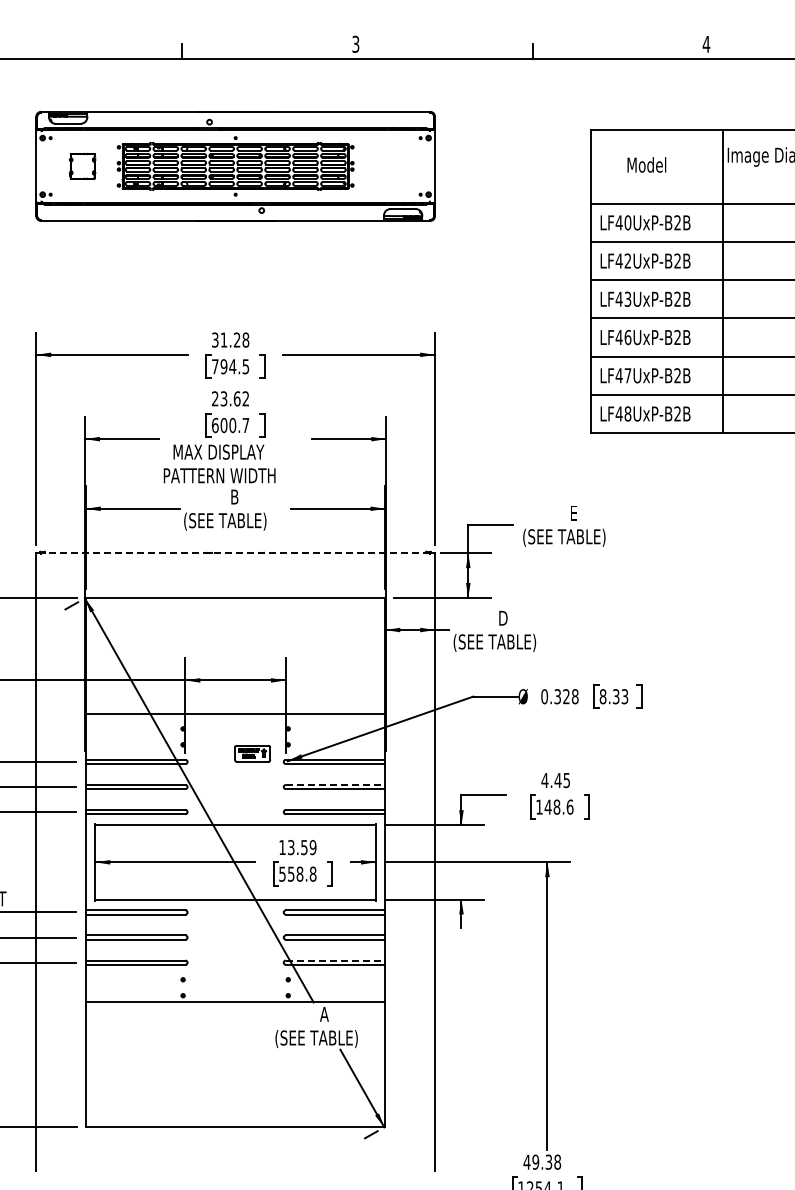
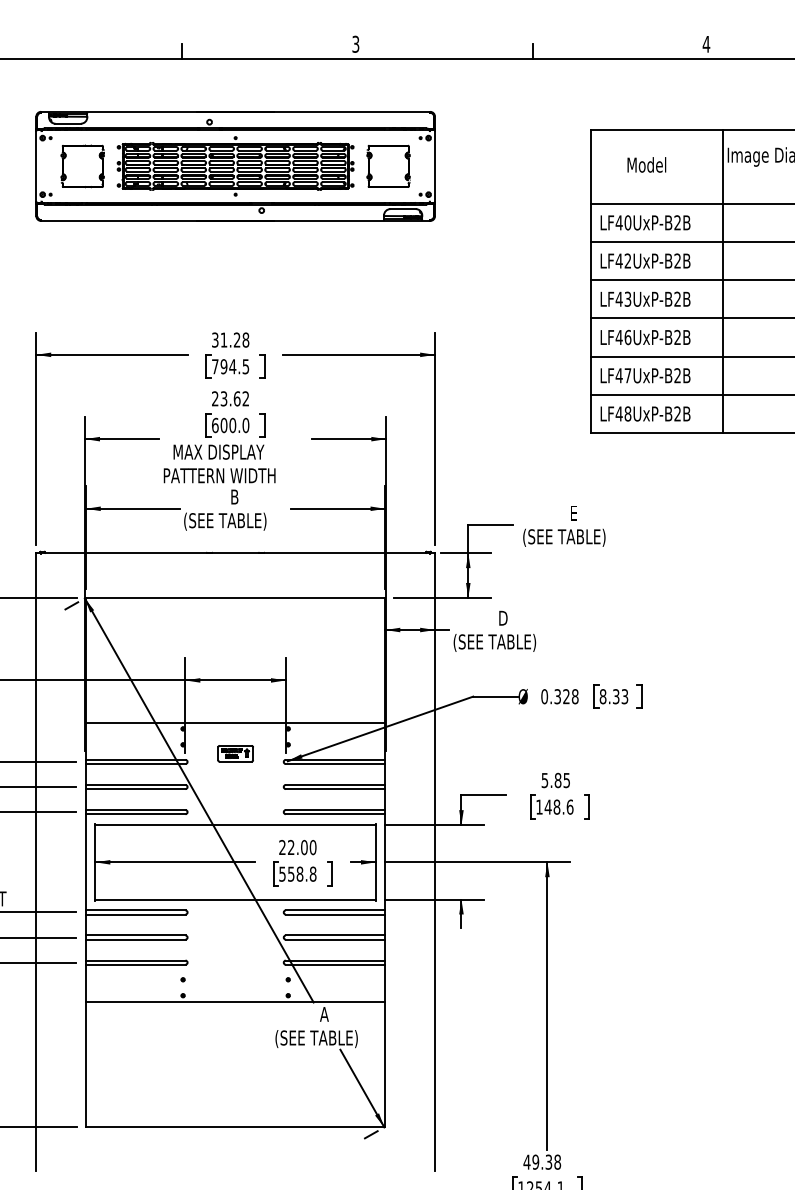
part at (388, 165): none -> present
part at (82, 166) size: 28x27 px -> 45x45 px
text at (245, 425): 600.7 -> 600.0
line at (235, 553): dashed -> solid
line at (235, 713) position: (235, 713) -> (235, 722)
part at (252, 753) position: (252, 753) -> (235, 753)
text at (551, 780): 4.45 -> 5.85
line at (335, 784): dashed -> solid
text at (297, 847): 13.59 -> 22.00
line at (335, 960): dashed -> solid
